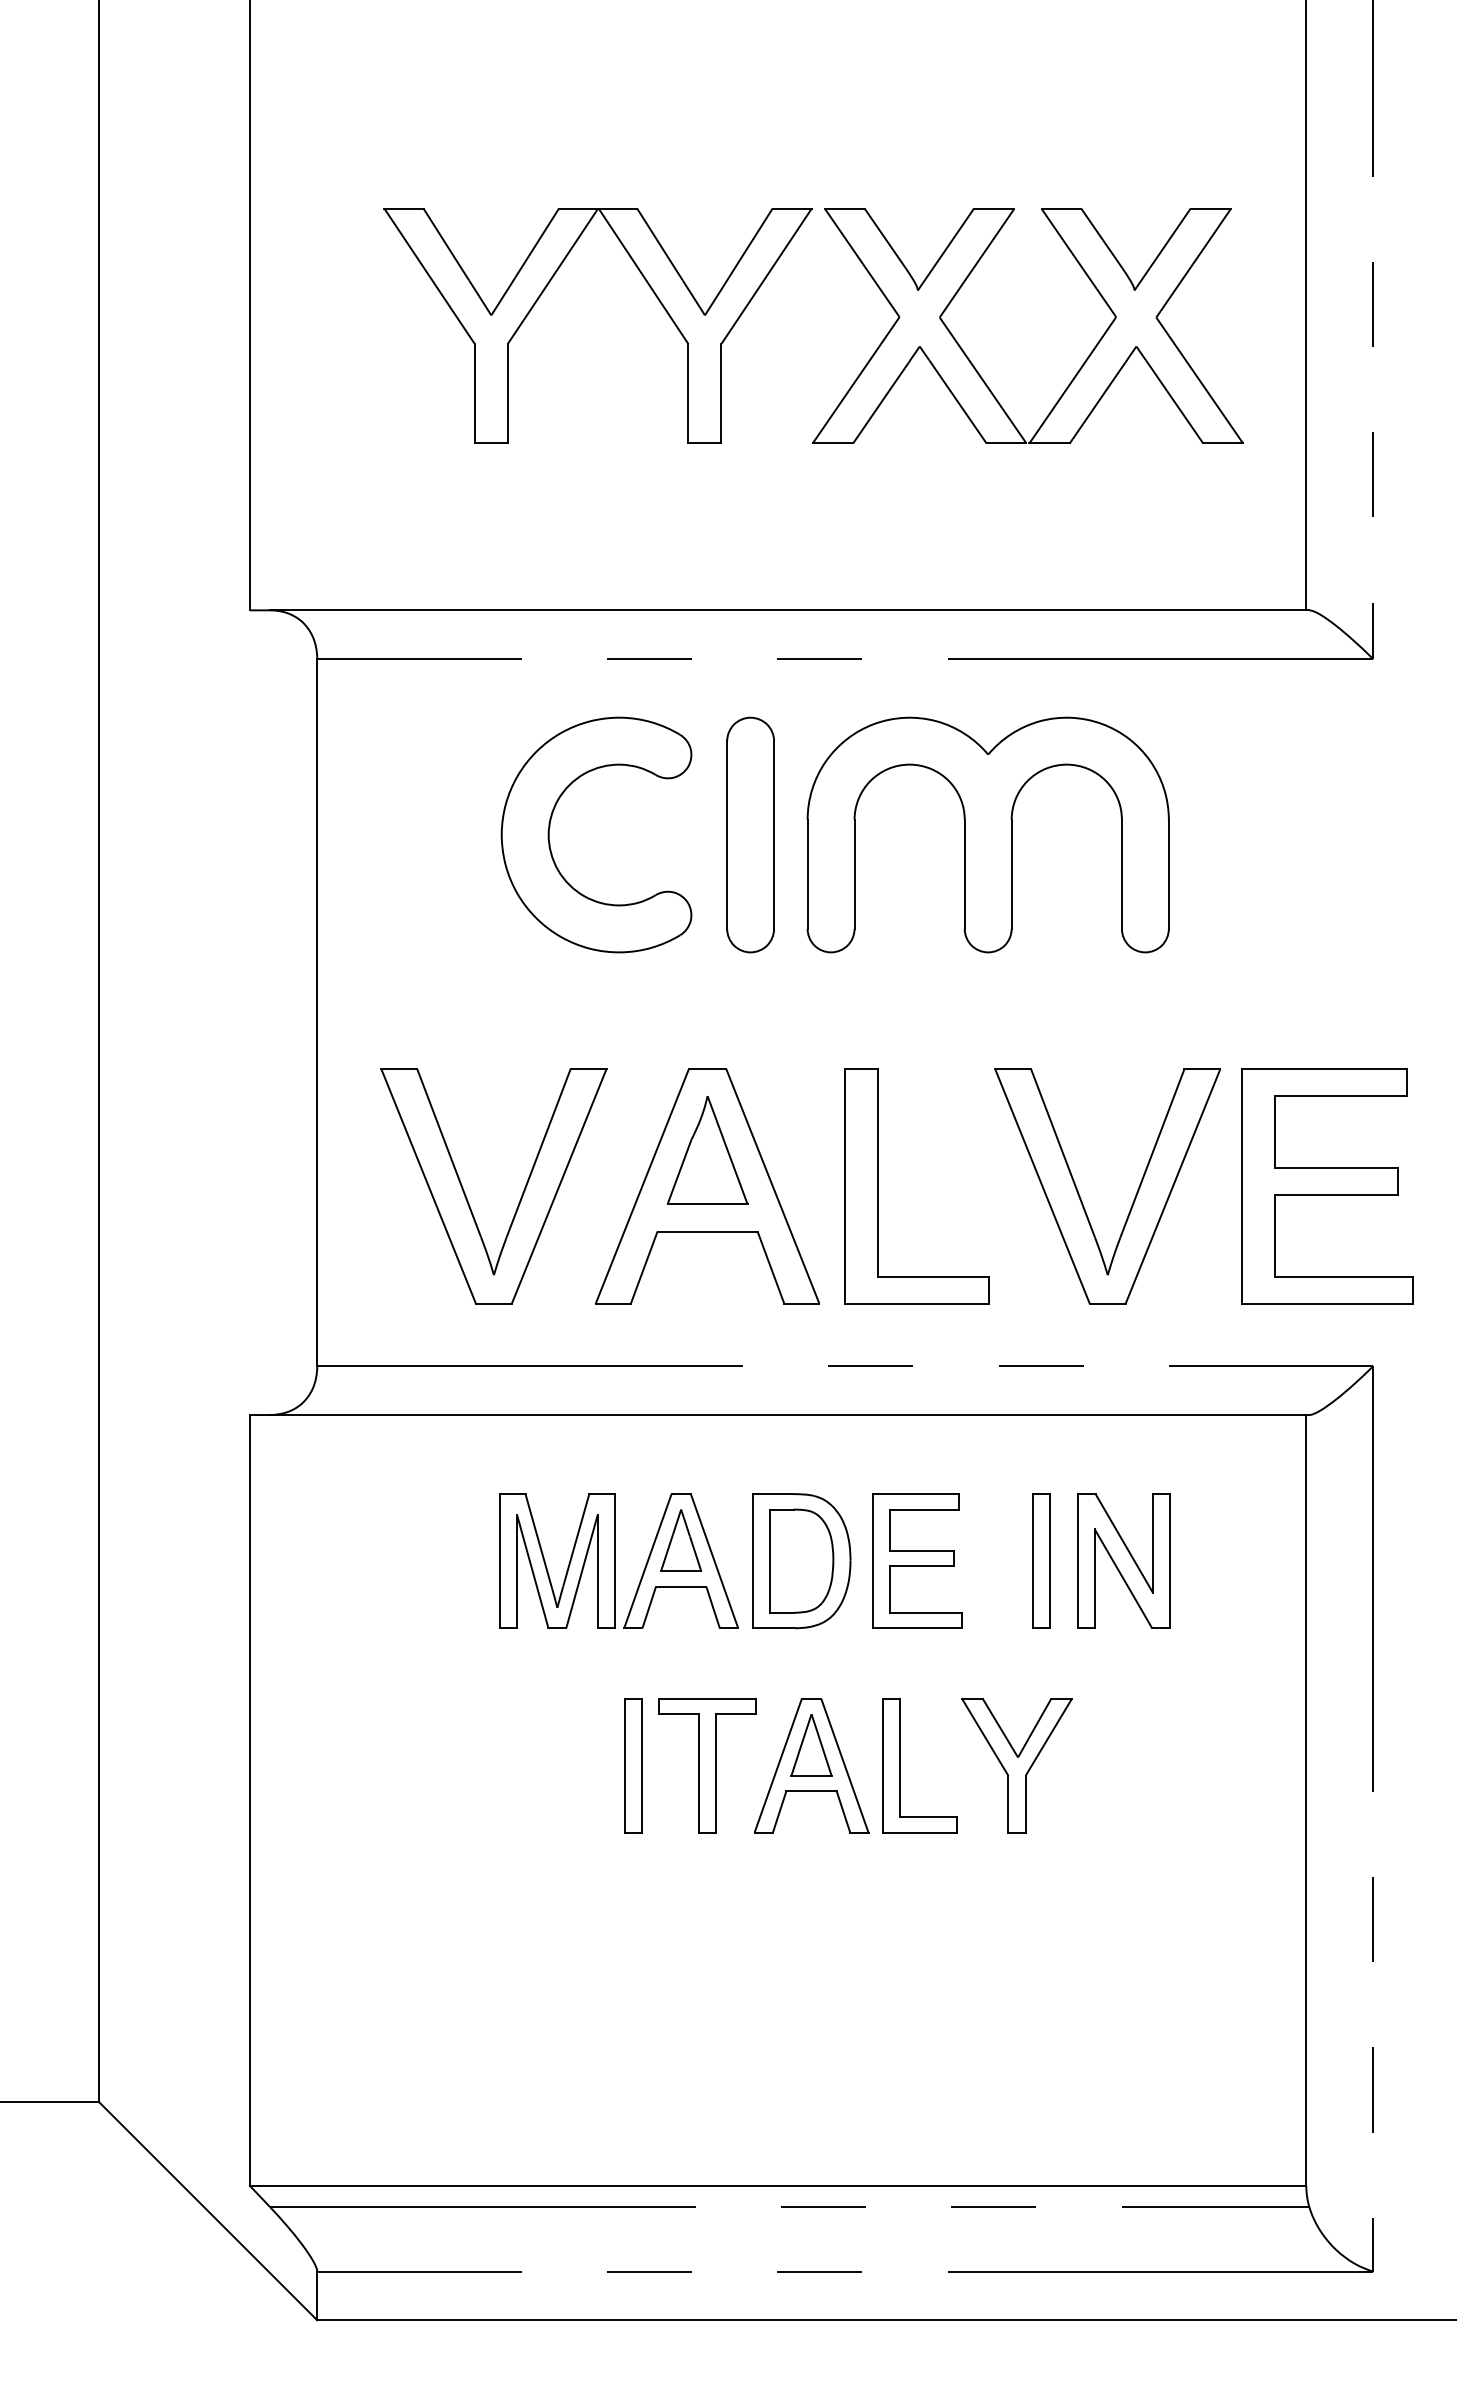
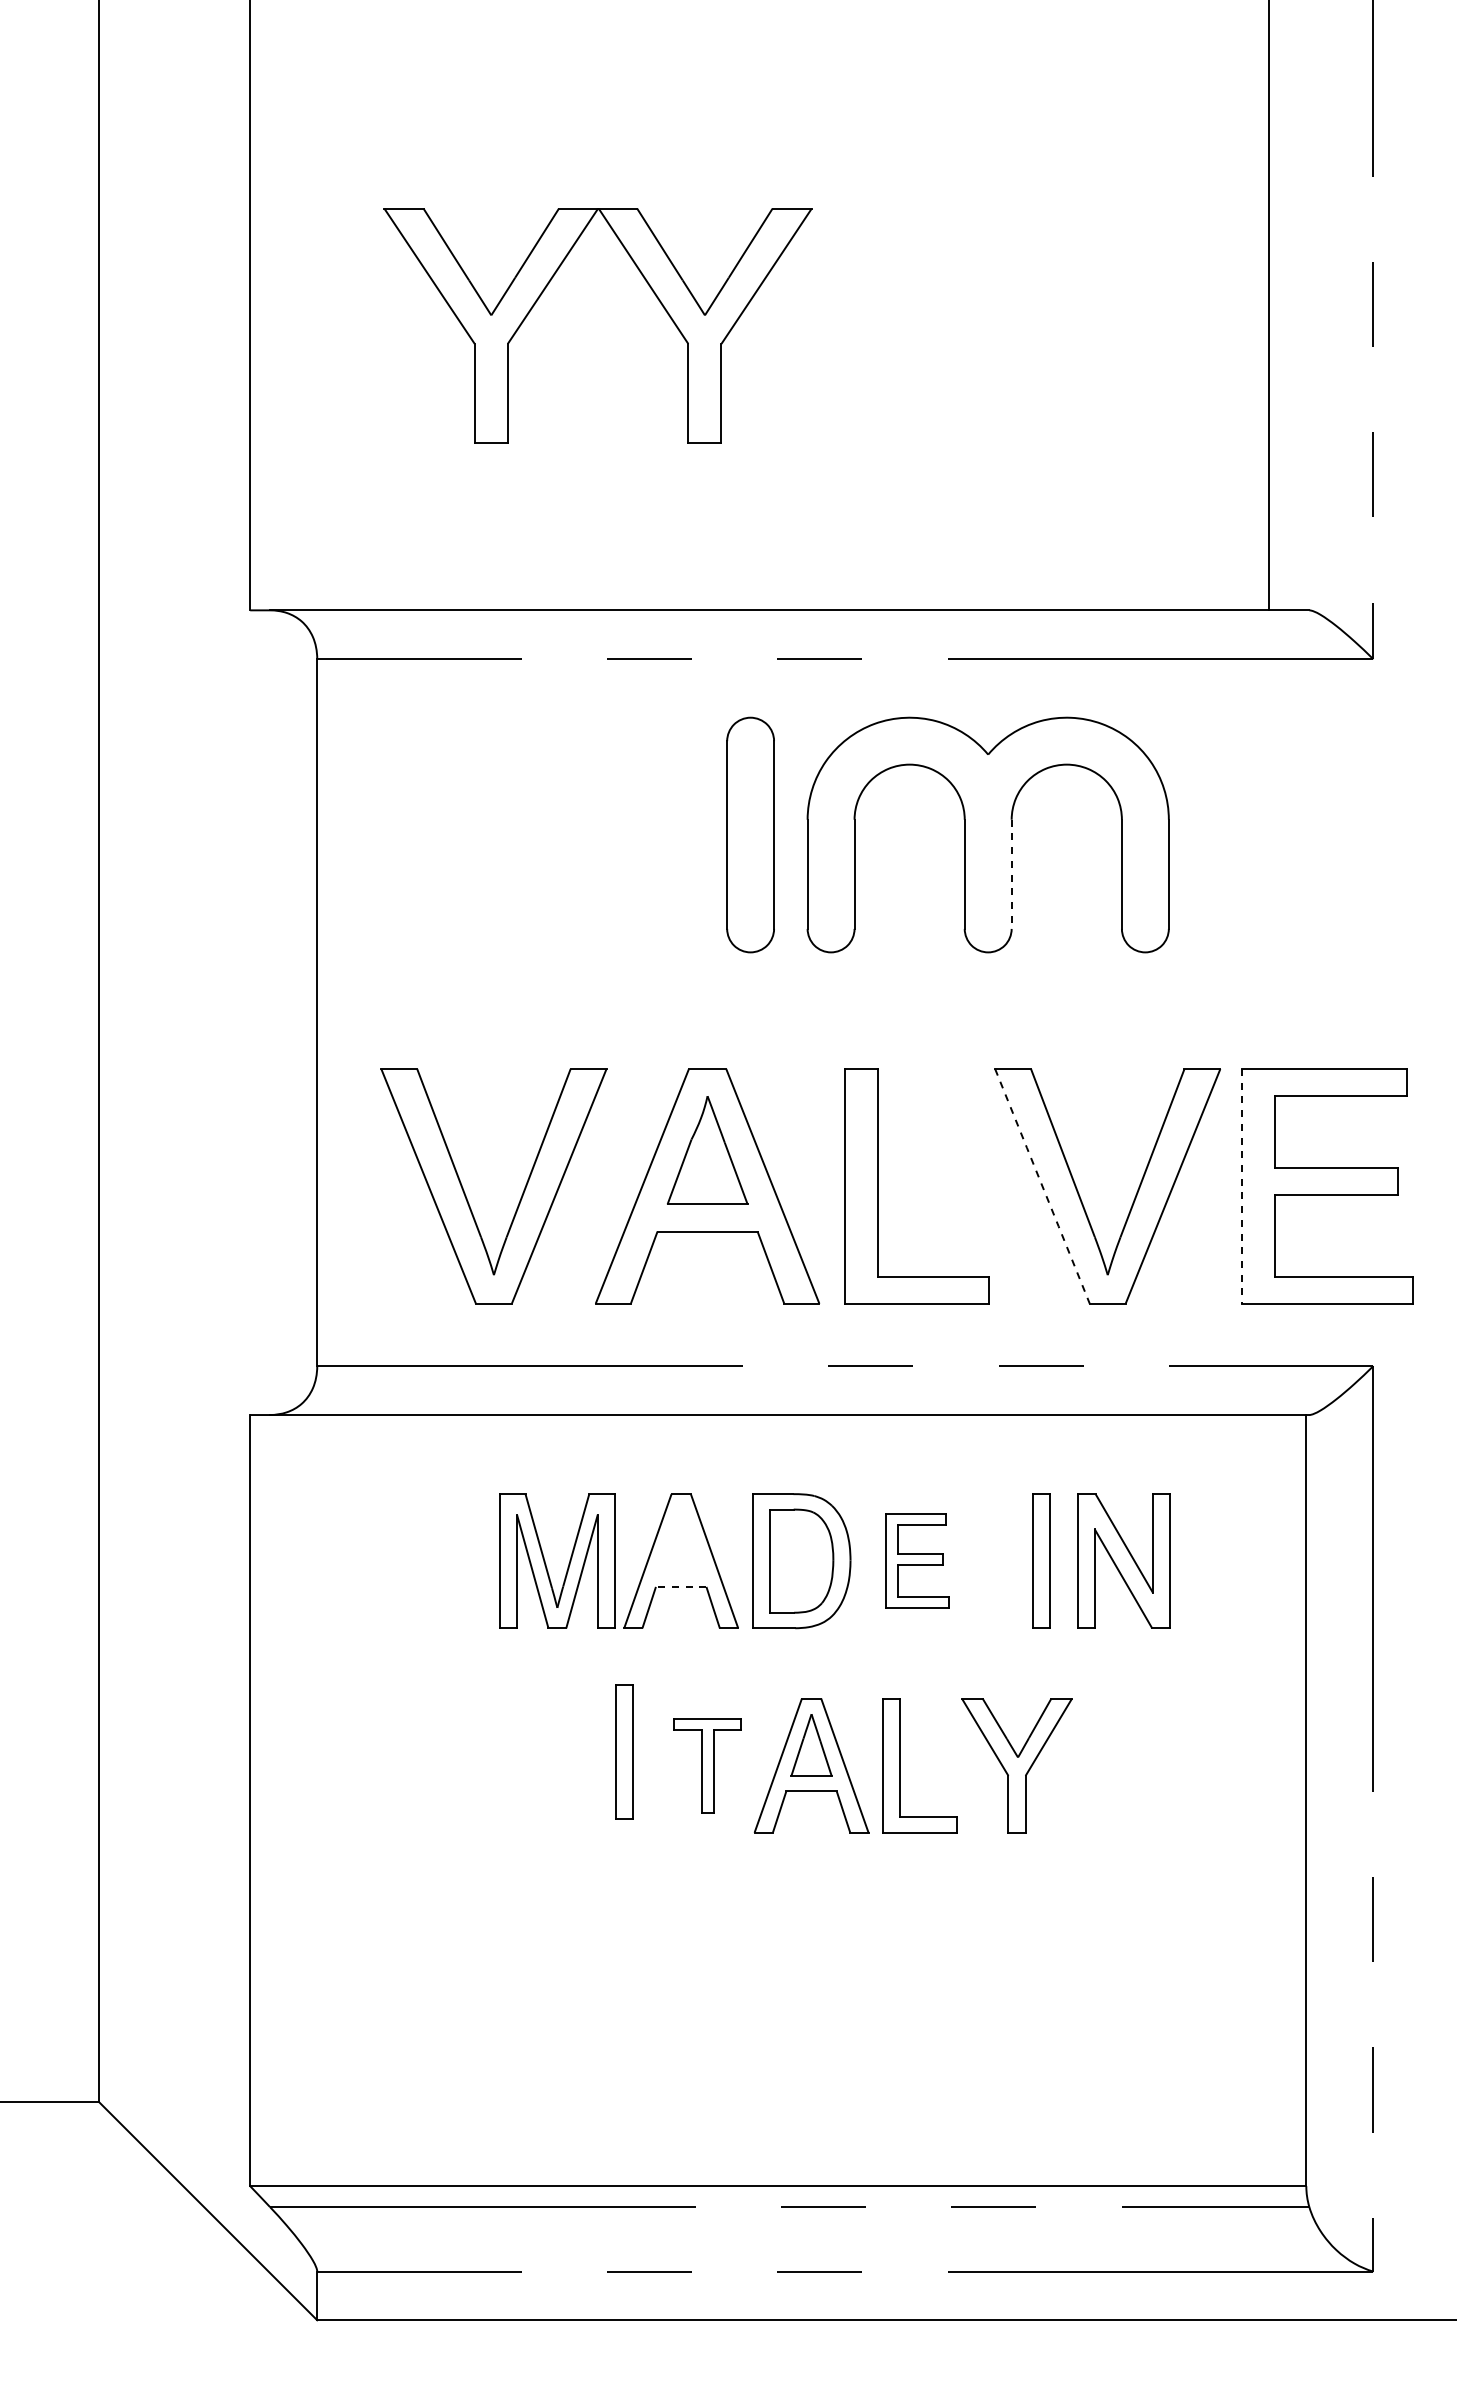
line at (1306, 306) position: (1306, 306) -> (1269, 306)
part at (971, 361): present -> none
part at (550, 827): present -> none
line at (1011, 874): solid -> dashed
line at (1042, 1186): solid -> dashed
line at (1241, 1186): solid -> dashed
part at (680, 1540): present -> none
part at (917, 1560) size: 91x136 px -> 65x96 px
line at (680, 1586): solid -> dashed
part at (633, 1765) position: (633, 1765) -> (624, 1751)
part at (707, 1765) size: 99x136 px -> 69x96 px
